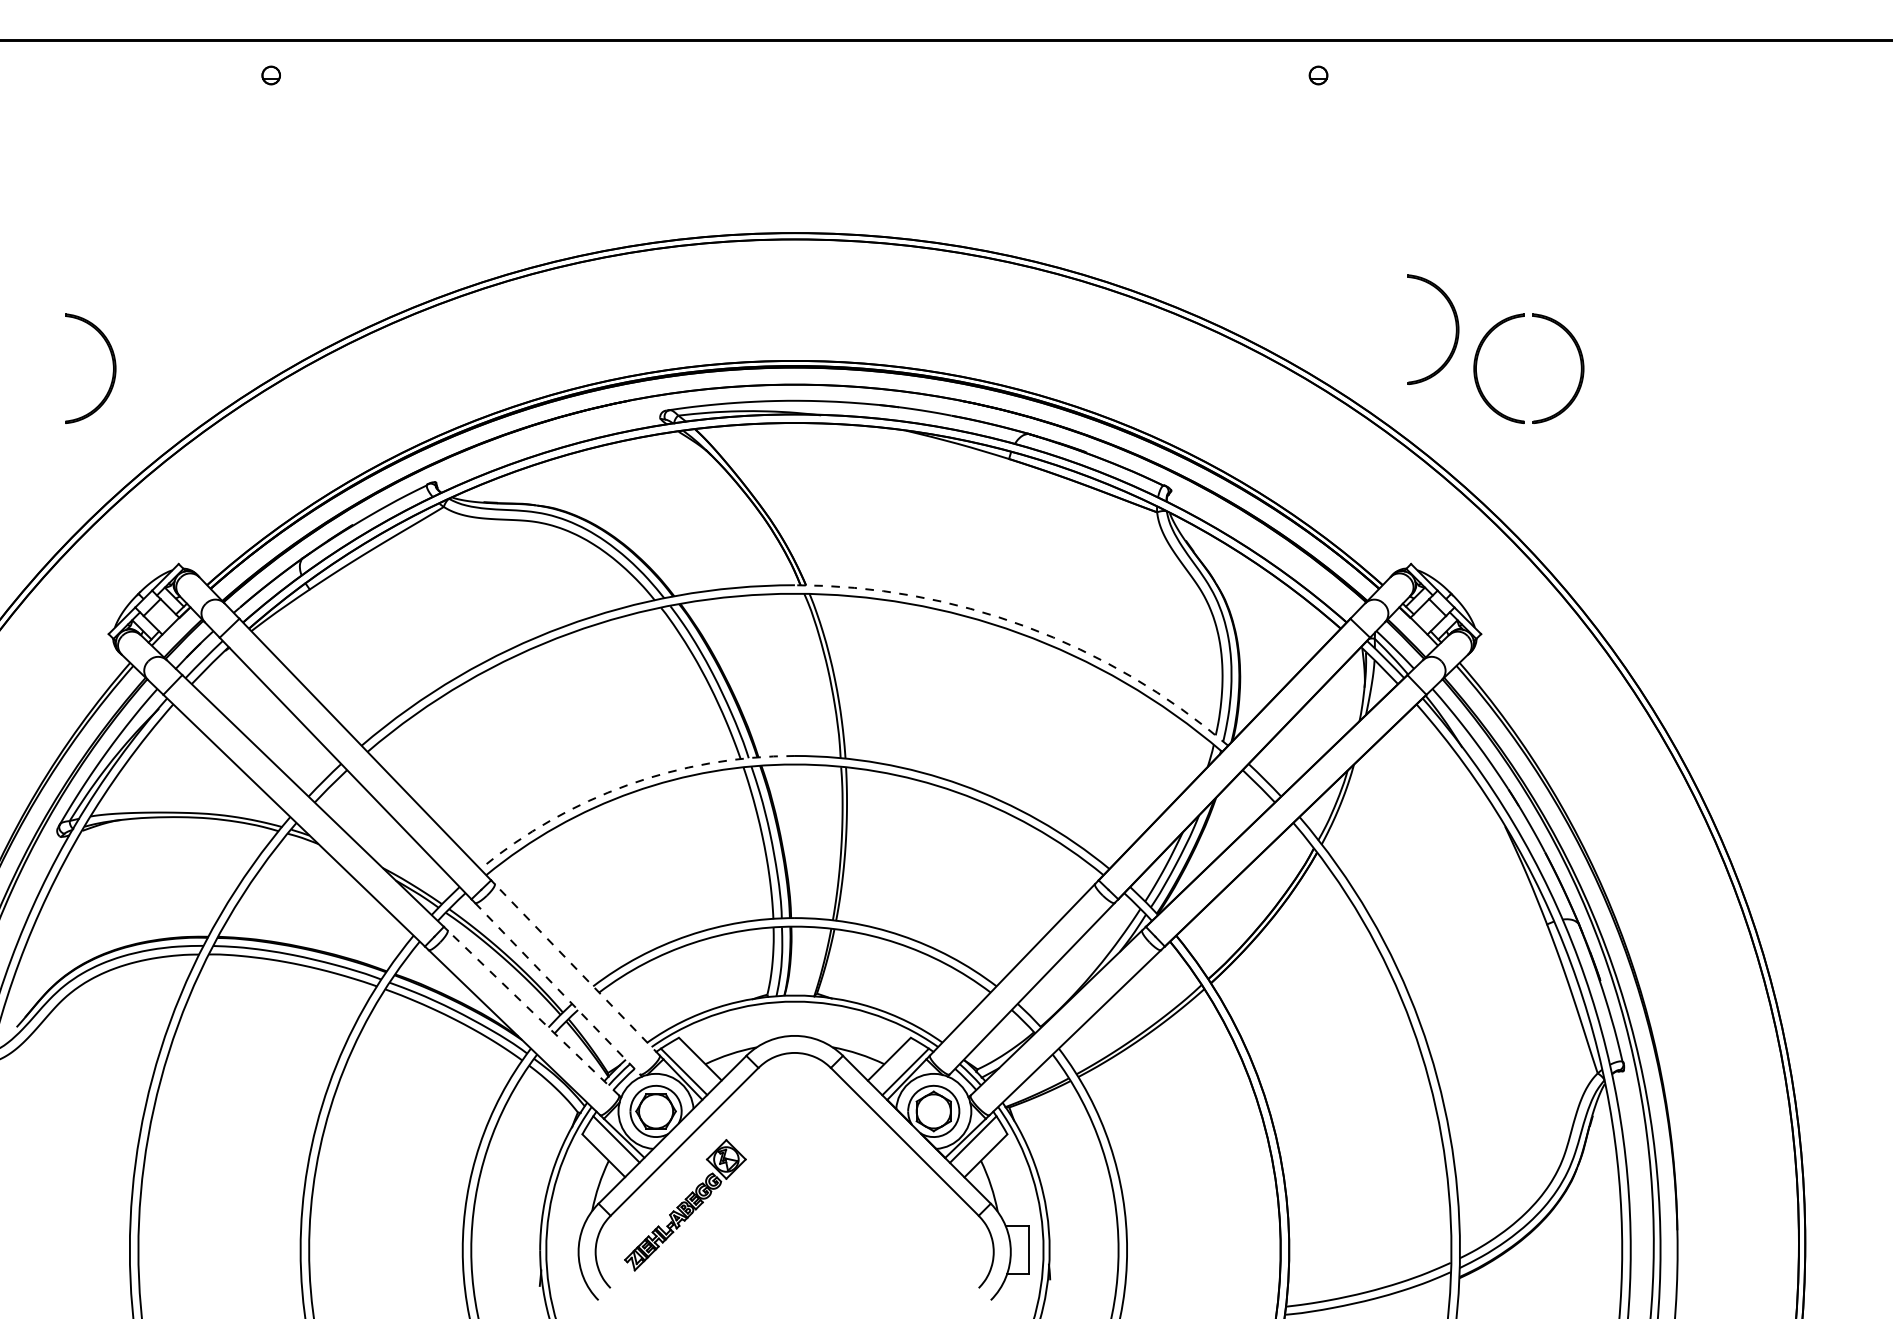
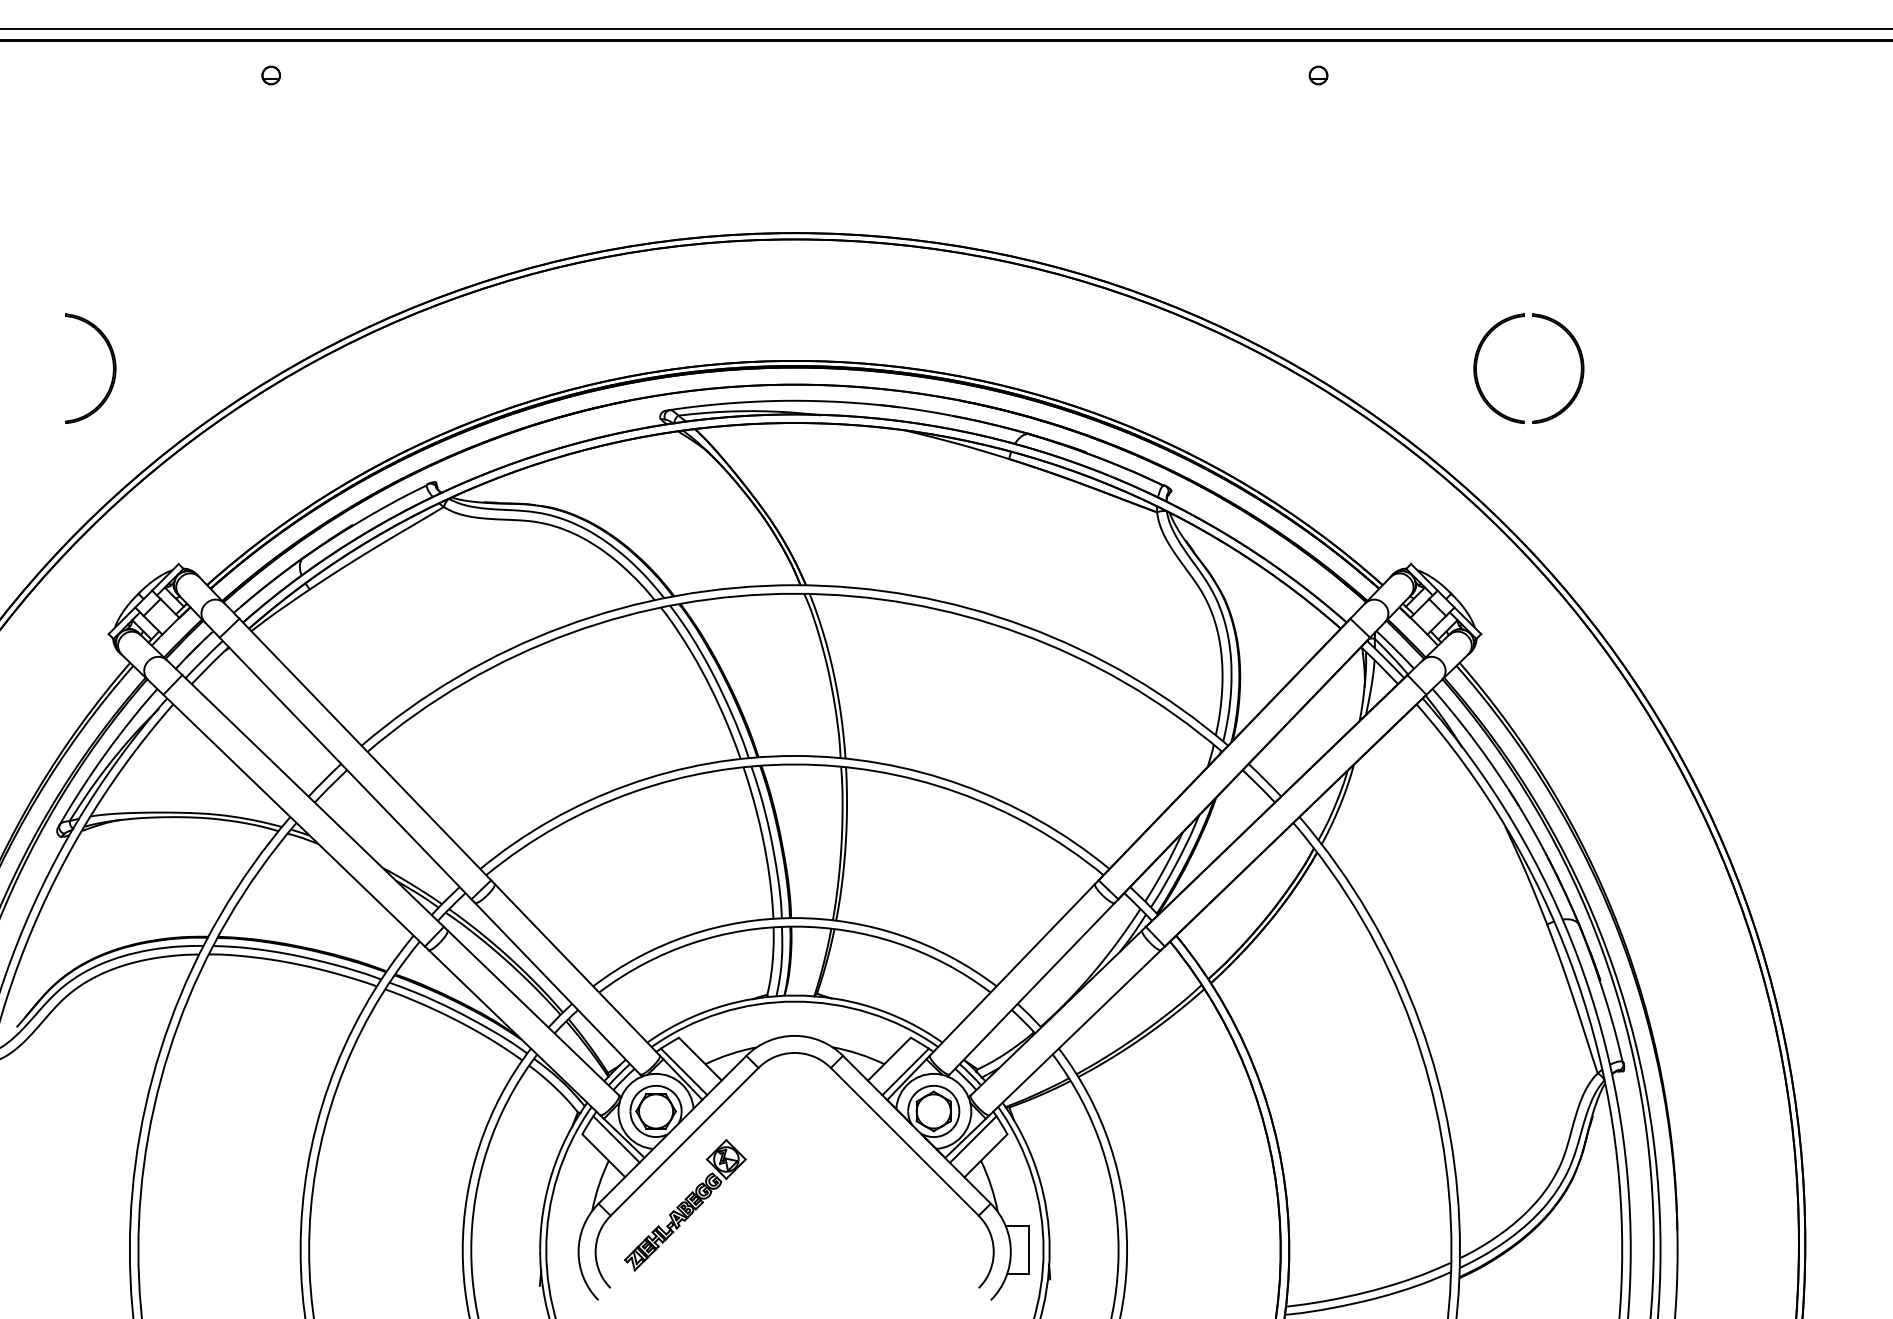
line at (945, 29): none -> present
part at (1455, 328): present -> none
arc at (1025, 626): dashed -> solid
arc at (627, 785): dashed -> solid
line at (576, 969): dashed -> solid
line at (557, 989): dashed -> solid
line at (533, 1012): dashed -> solid
